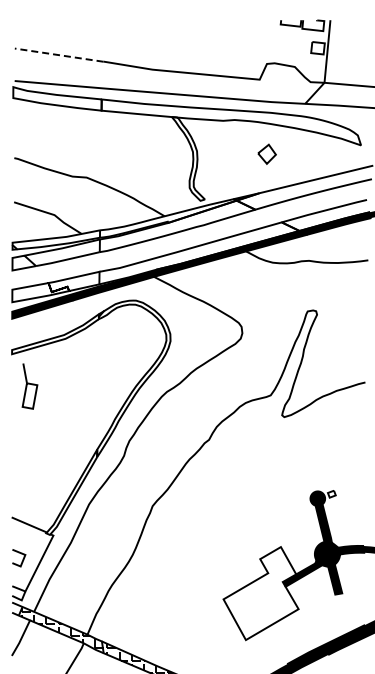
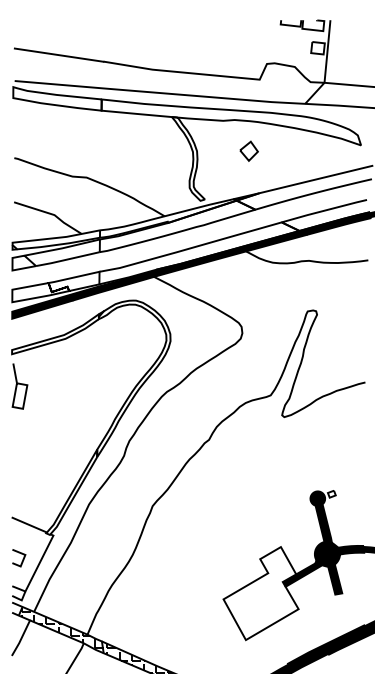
line at (59, 55): dashed -> solid
part at (266, 153) position: (266, 153) -> (248, 150)
curve at (29, 384) position: (29, 384) -> (19, 384)
